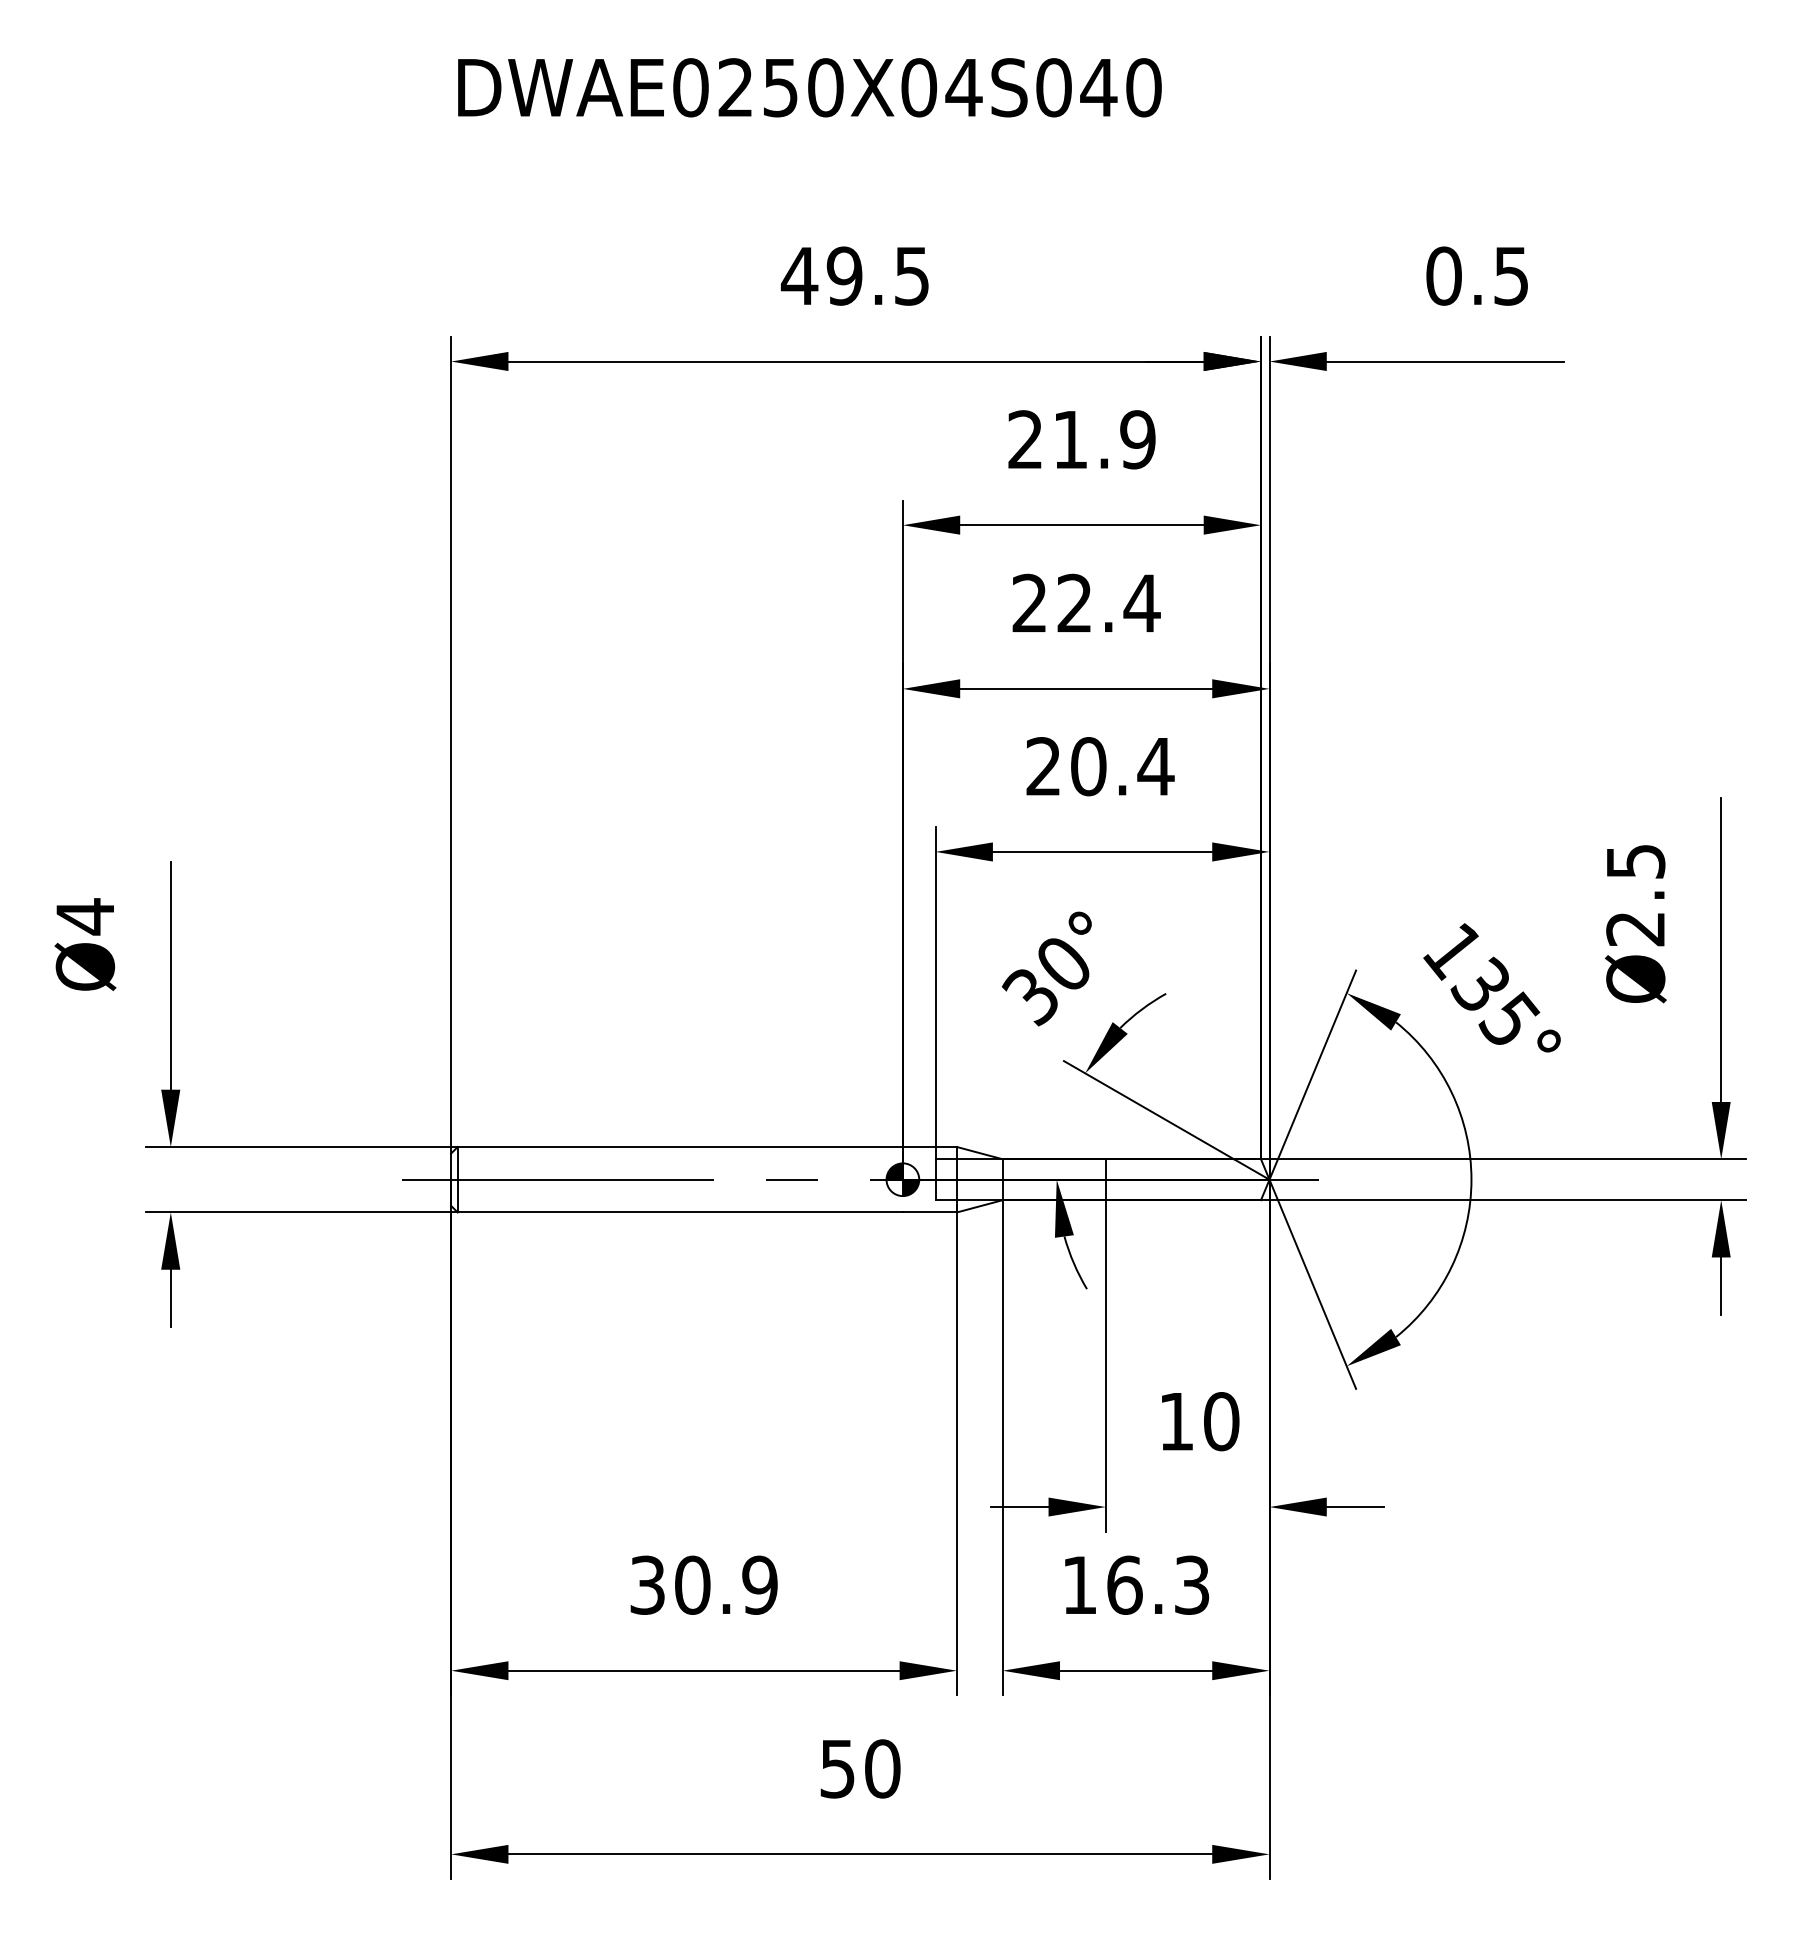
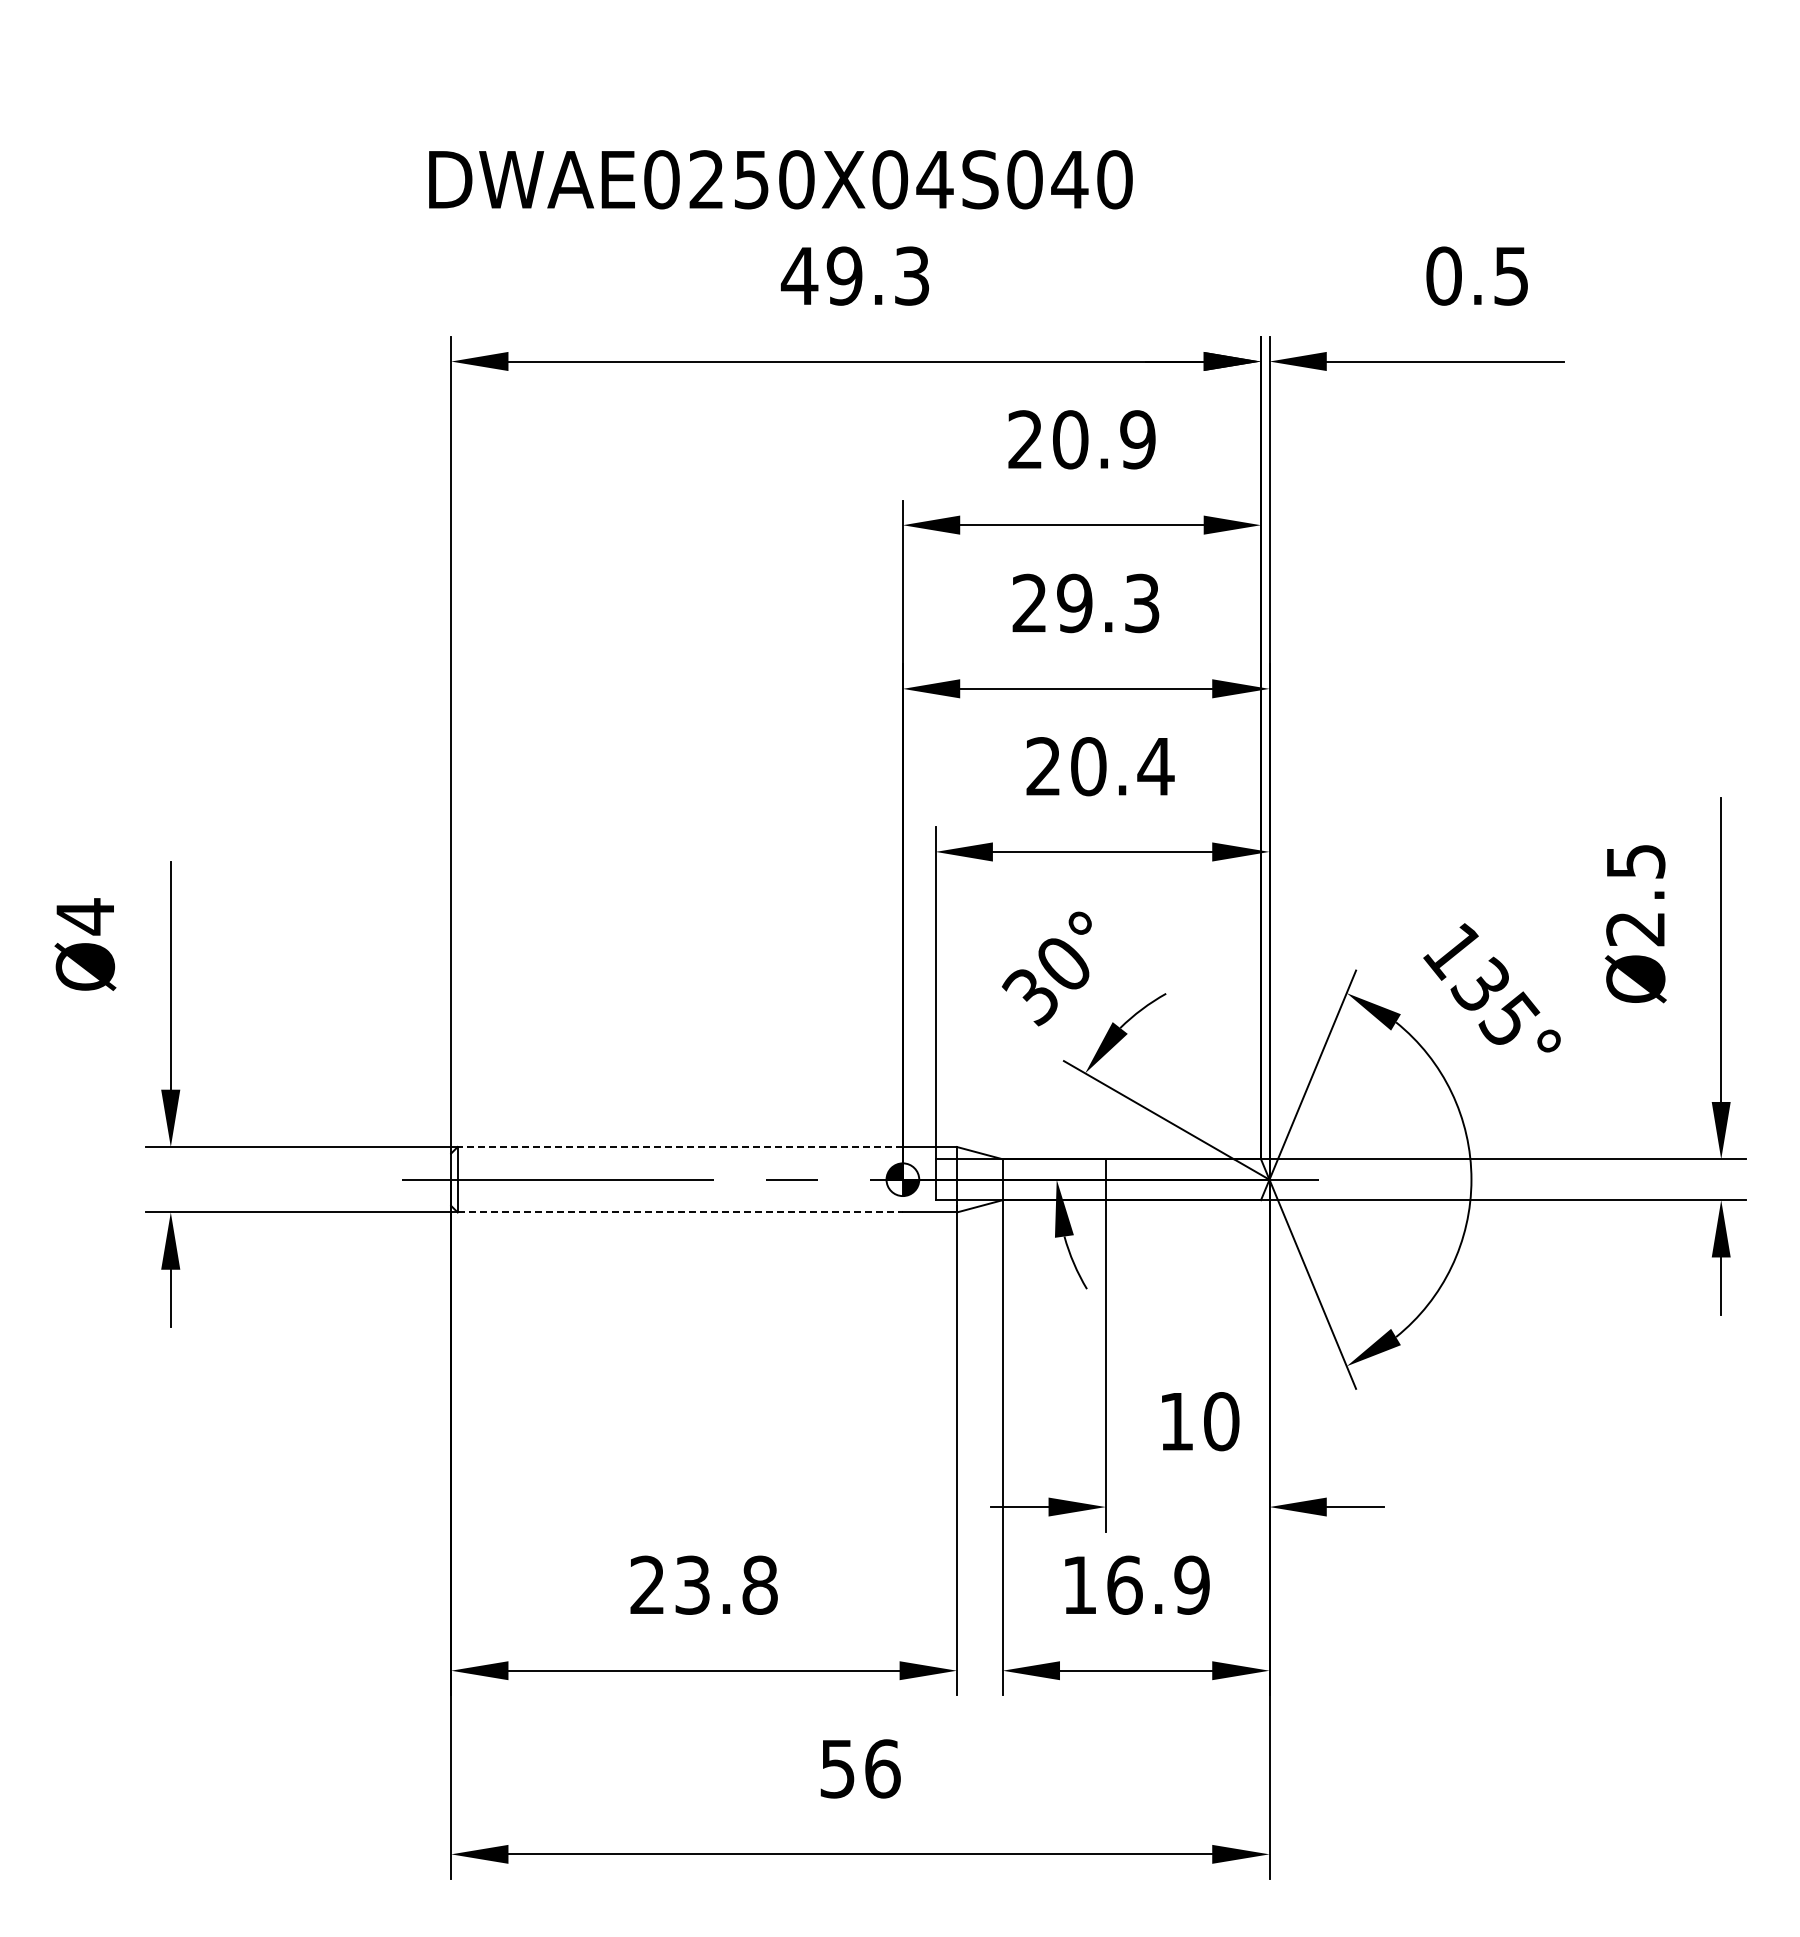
text at (809, 87) position: (809, 87) -> (780, 179)
text at (912, 275): 49.5 -> 49.3
text at (1070, 439): 21.9 -> 20.9
text at (1108, 603): 22.4 -> 29.3
line at (680, 1146): solid -> dashed
line at (680, 1212): solid -> dashed
text at (703, 1584): 30.9 -> 23.8
text at (1191, 1584): 16.3 -> 16.9
text at (882, 1768): 50 -> 56
